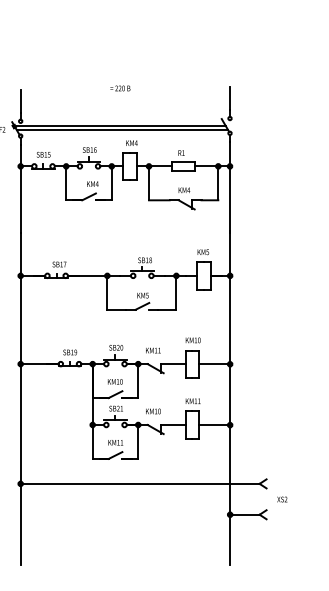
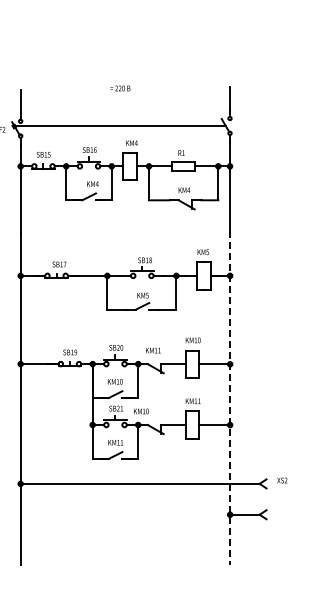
line at (122, 129): present -> none
line at (230, 398): solid -> dashed
text at (153, 411) position: (153, 411) -> (141, 411)
text at (282, 499) position: (282, 499) -> (282, 480)
